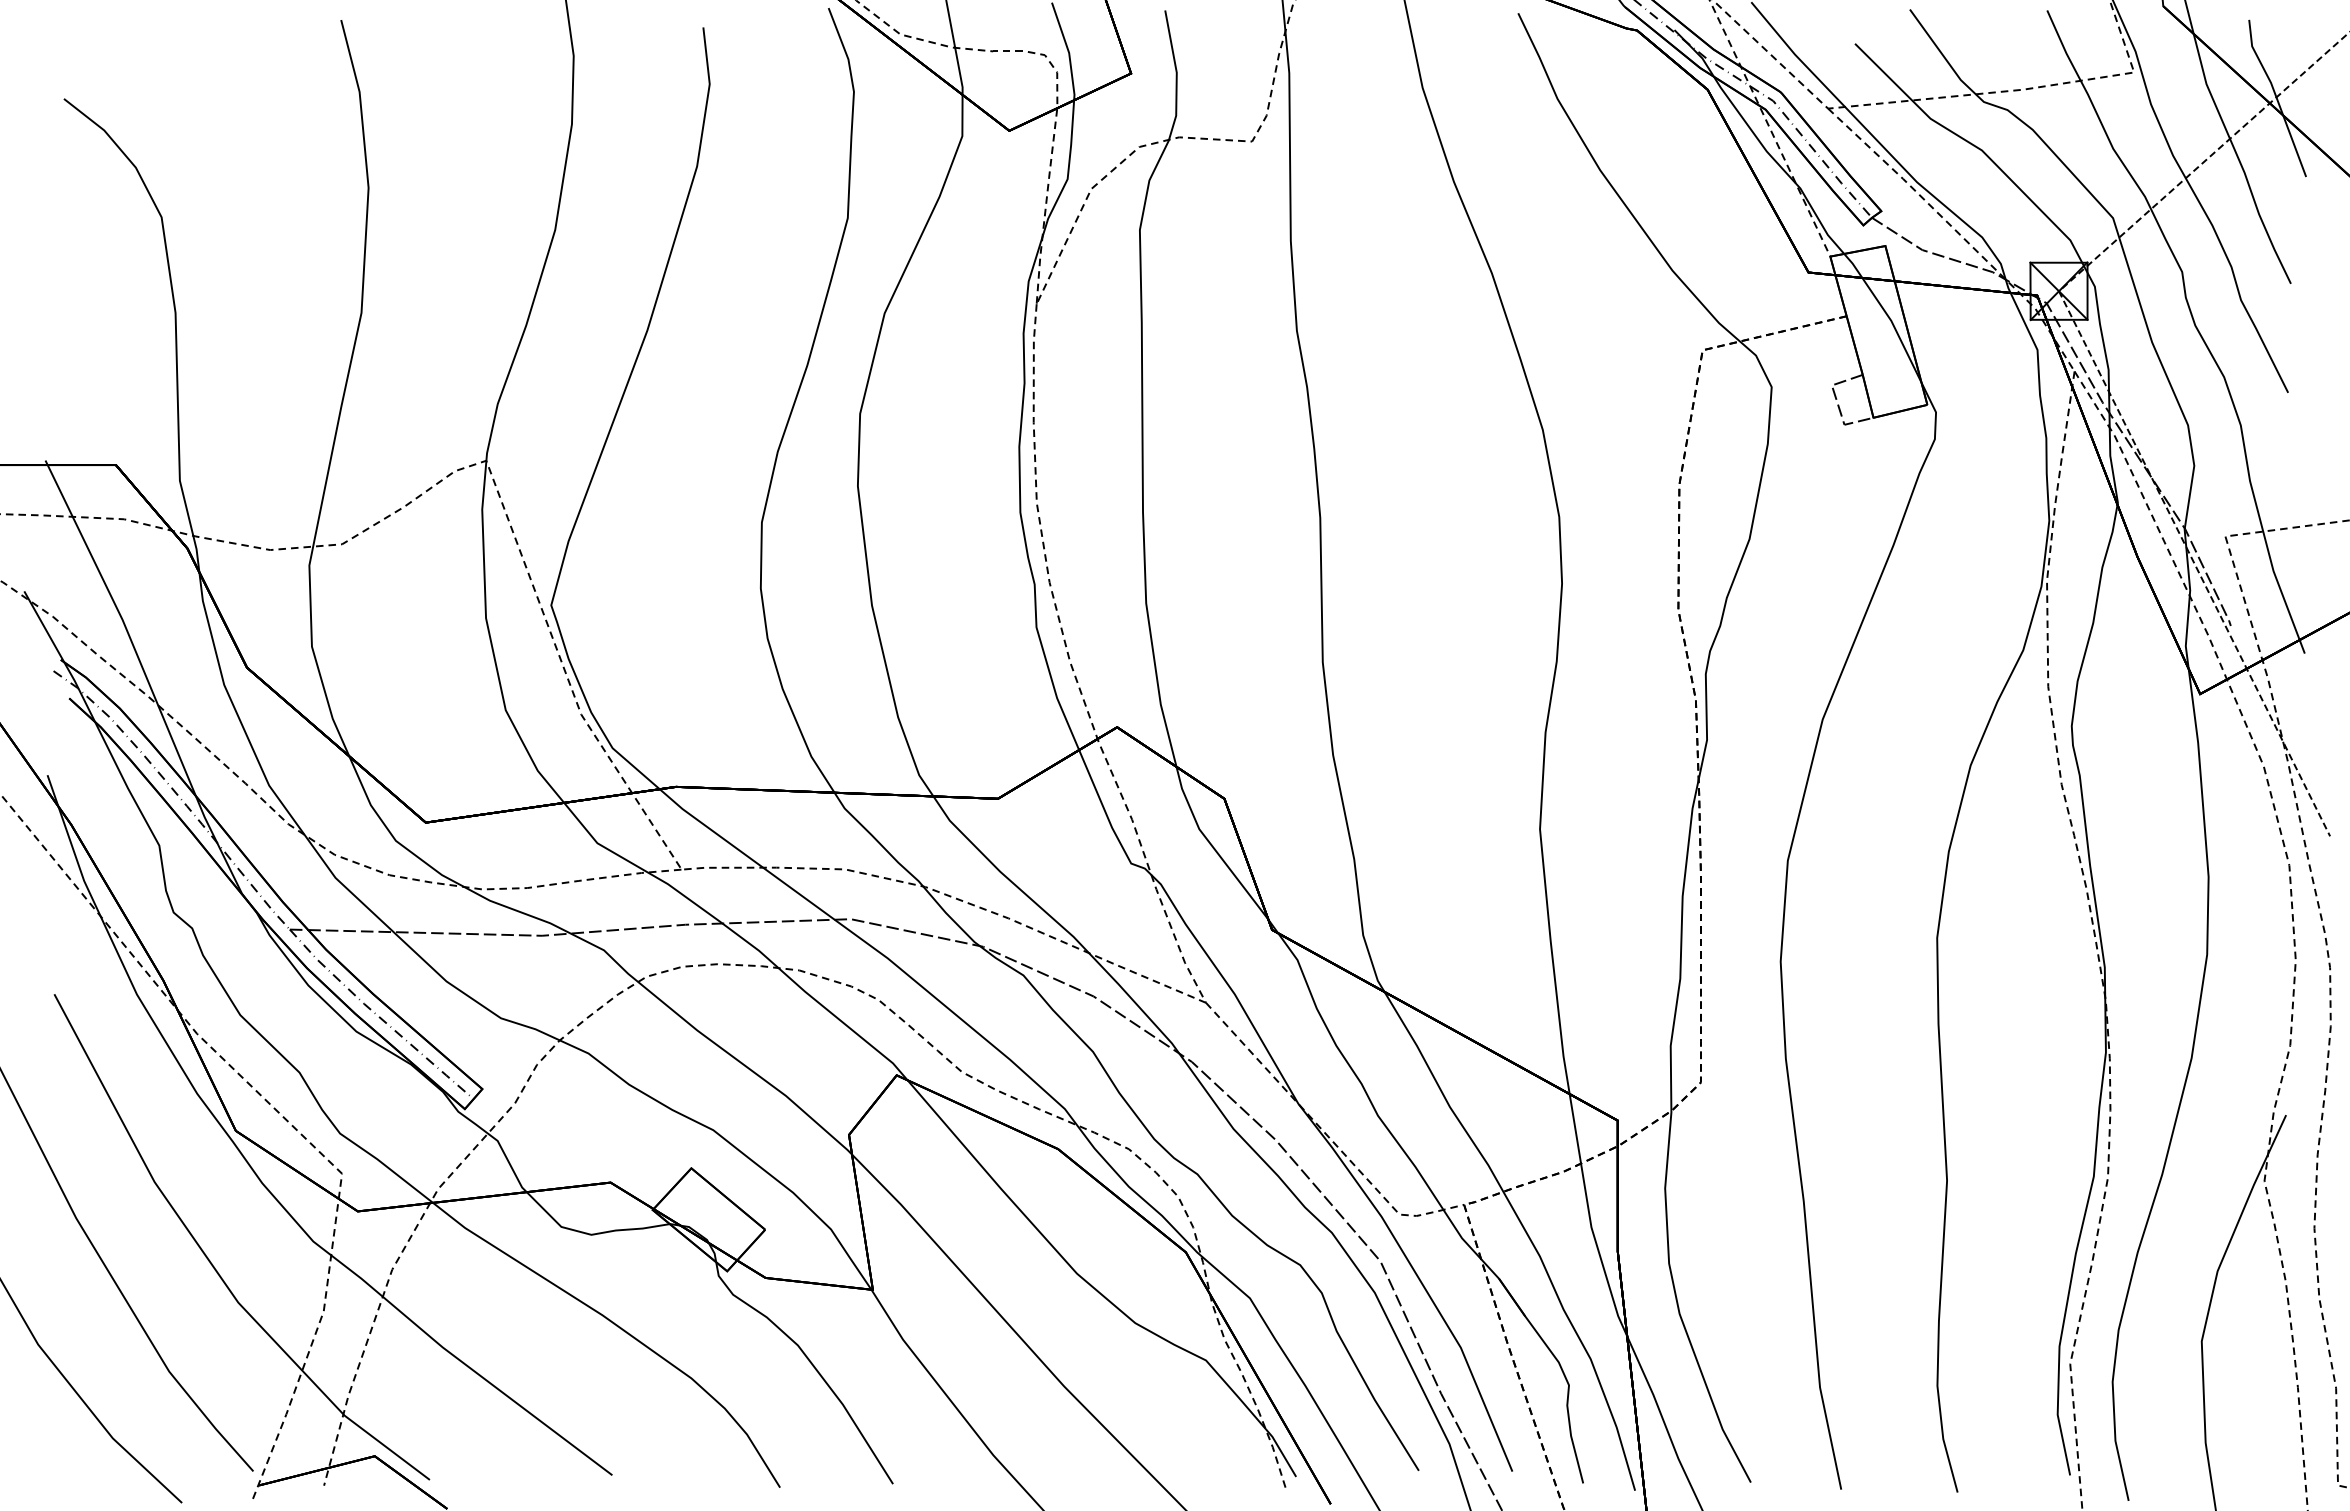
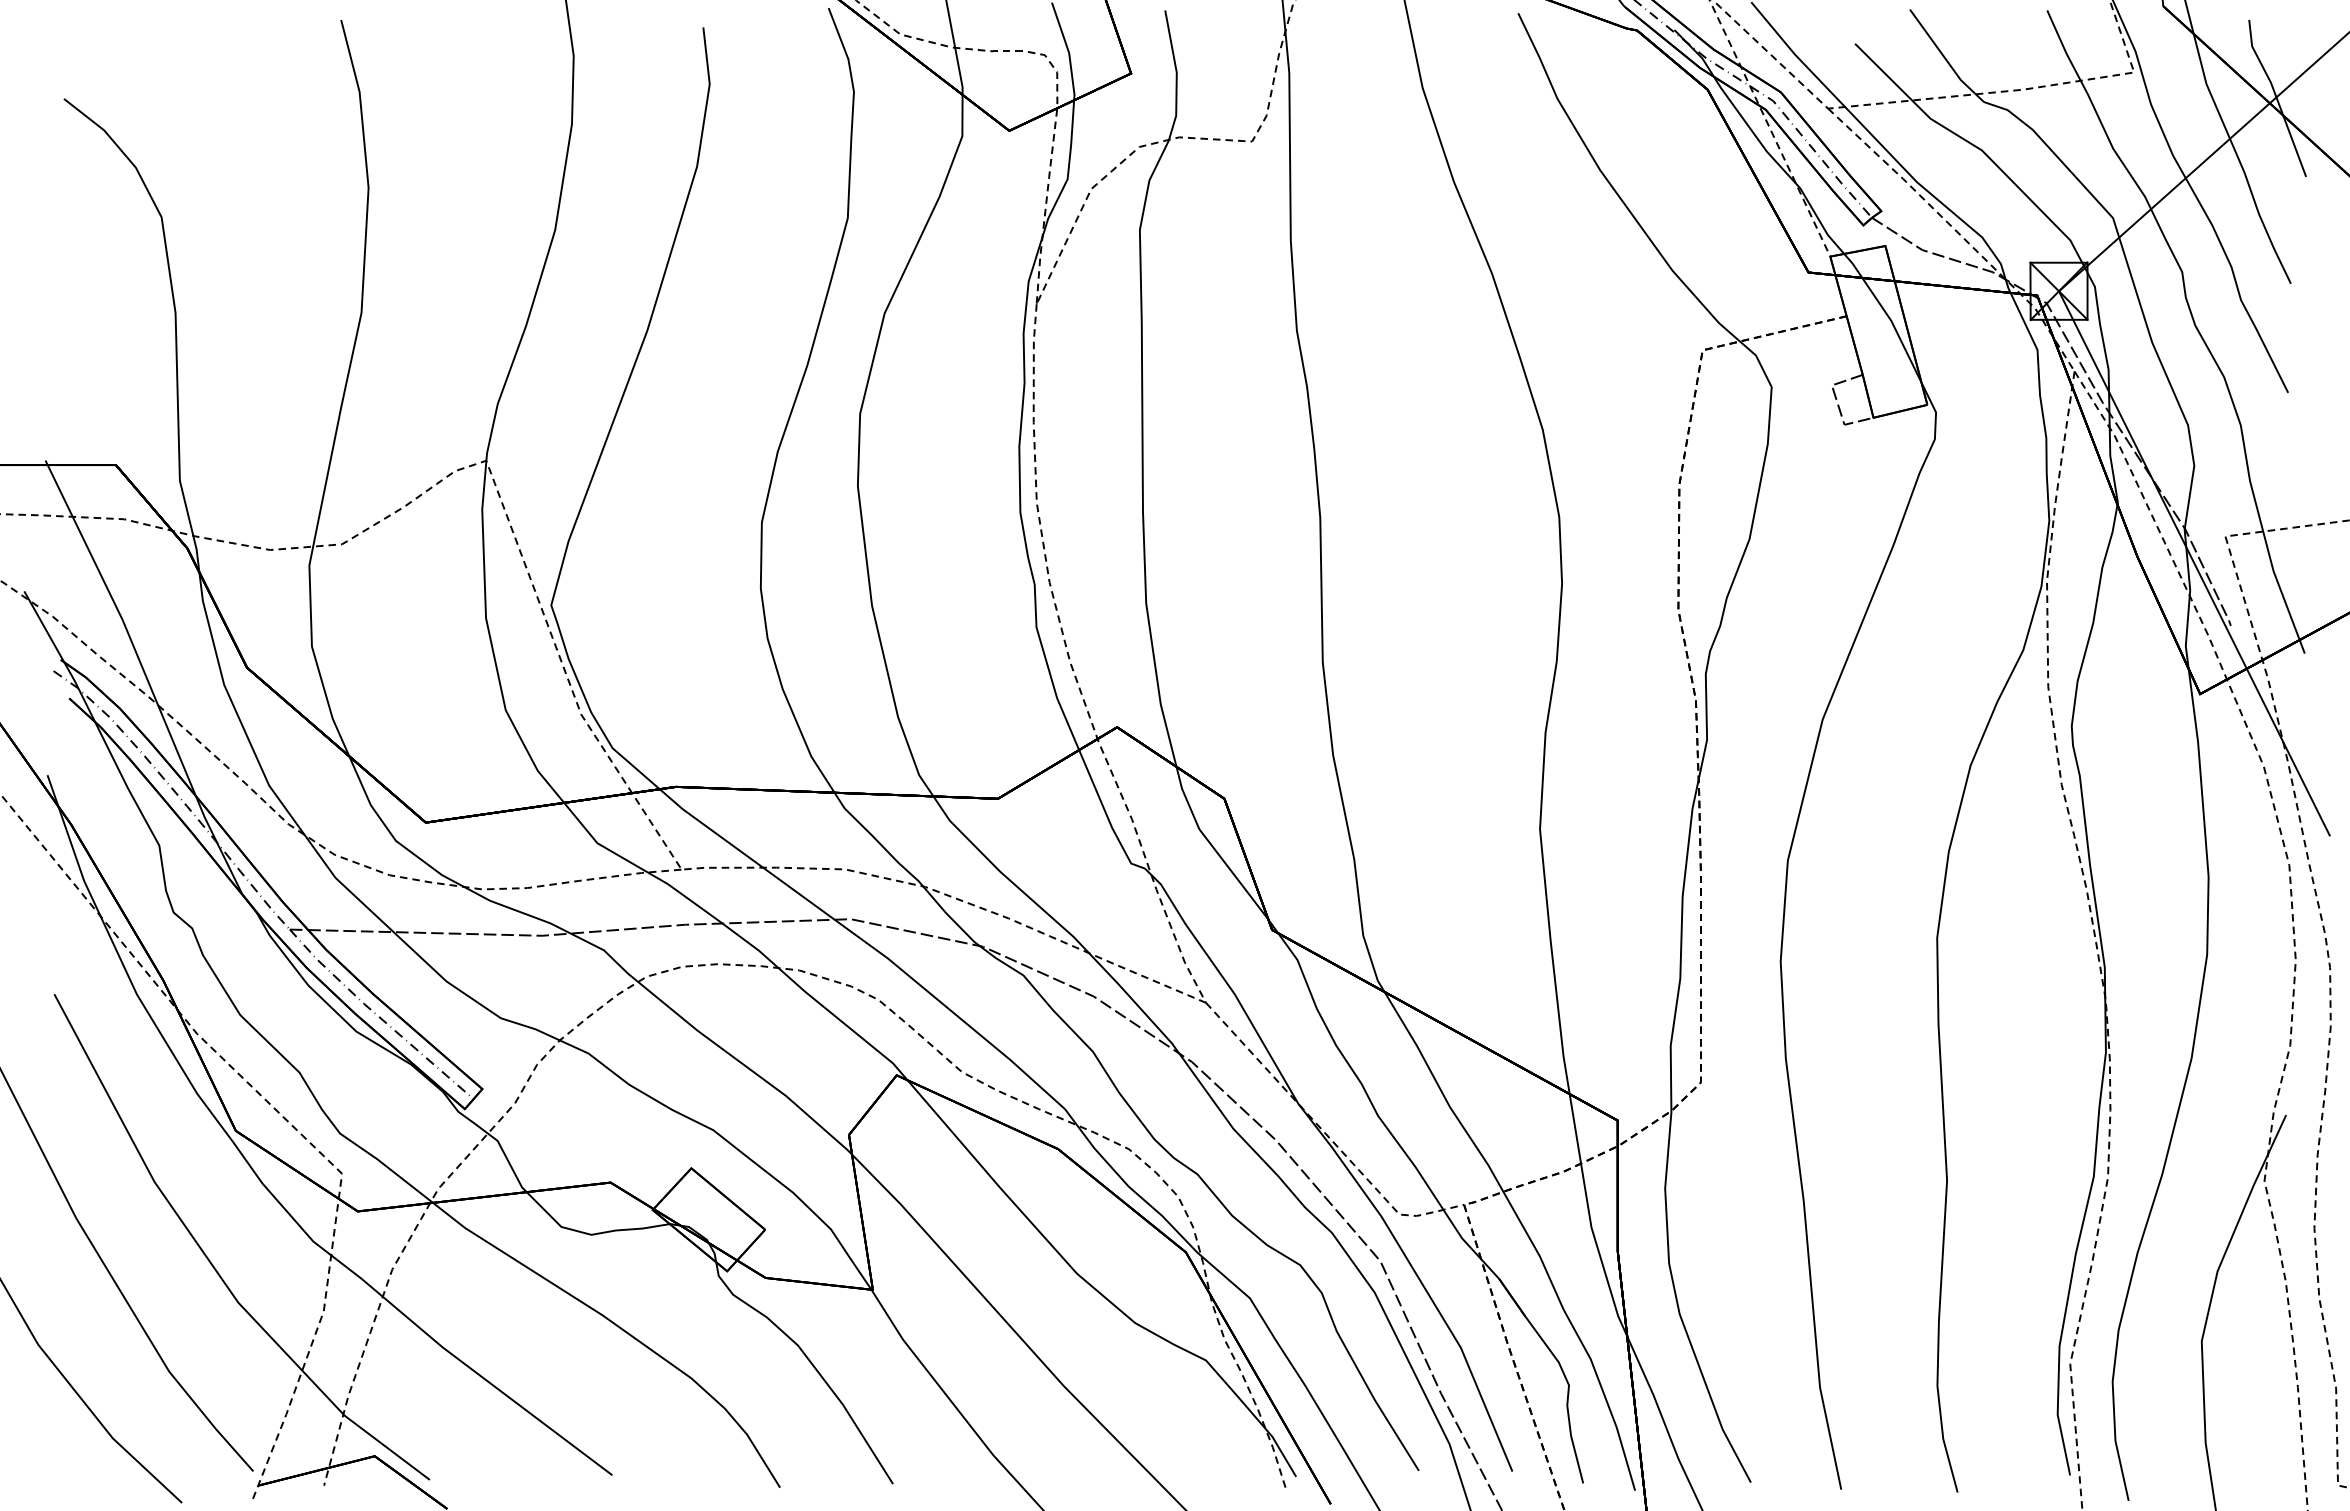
line at (2107, 388): dashed -> solid
